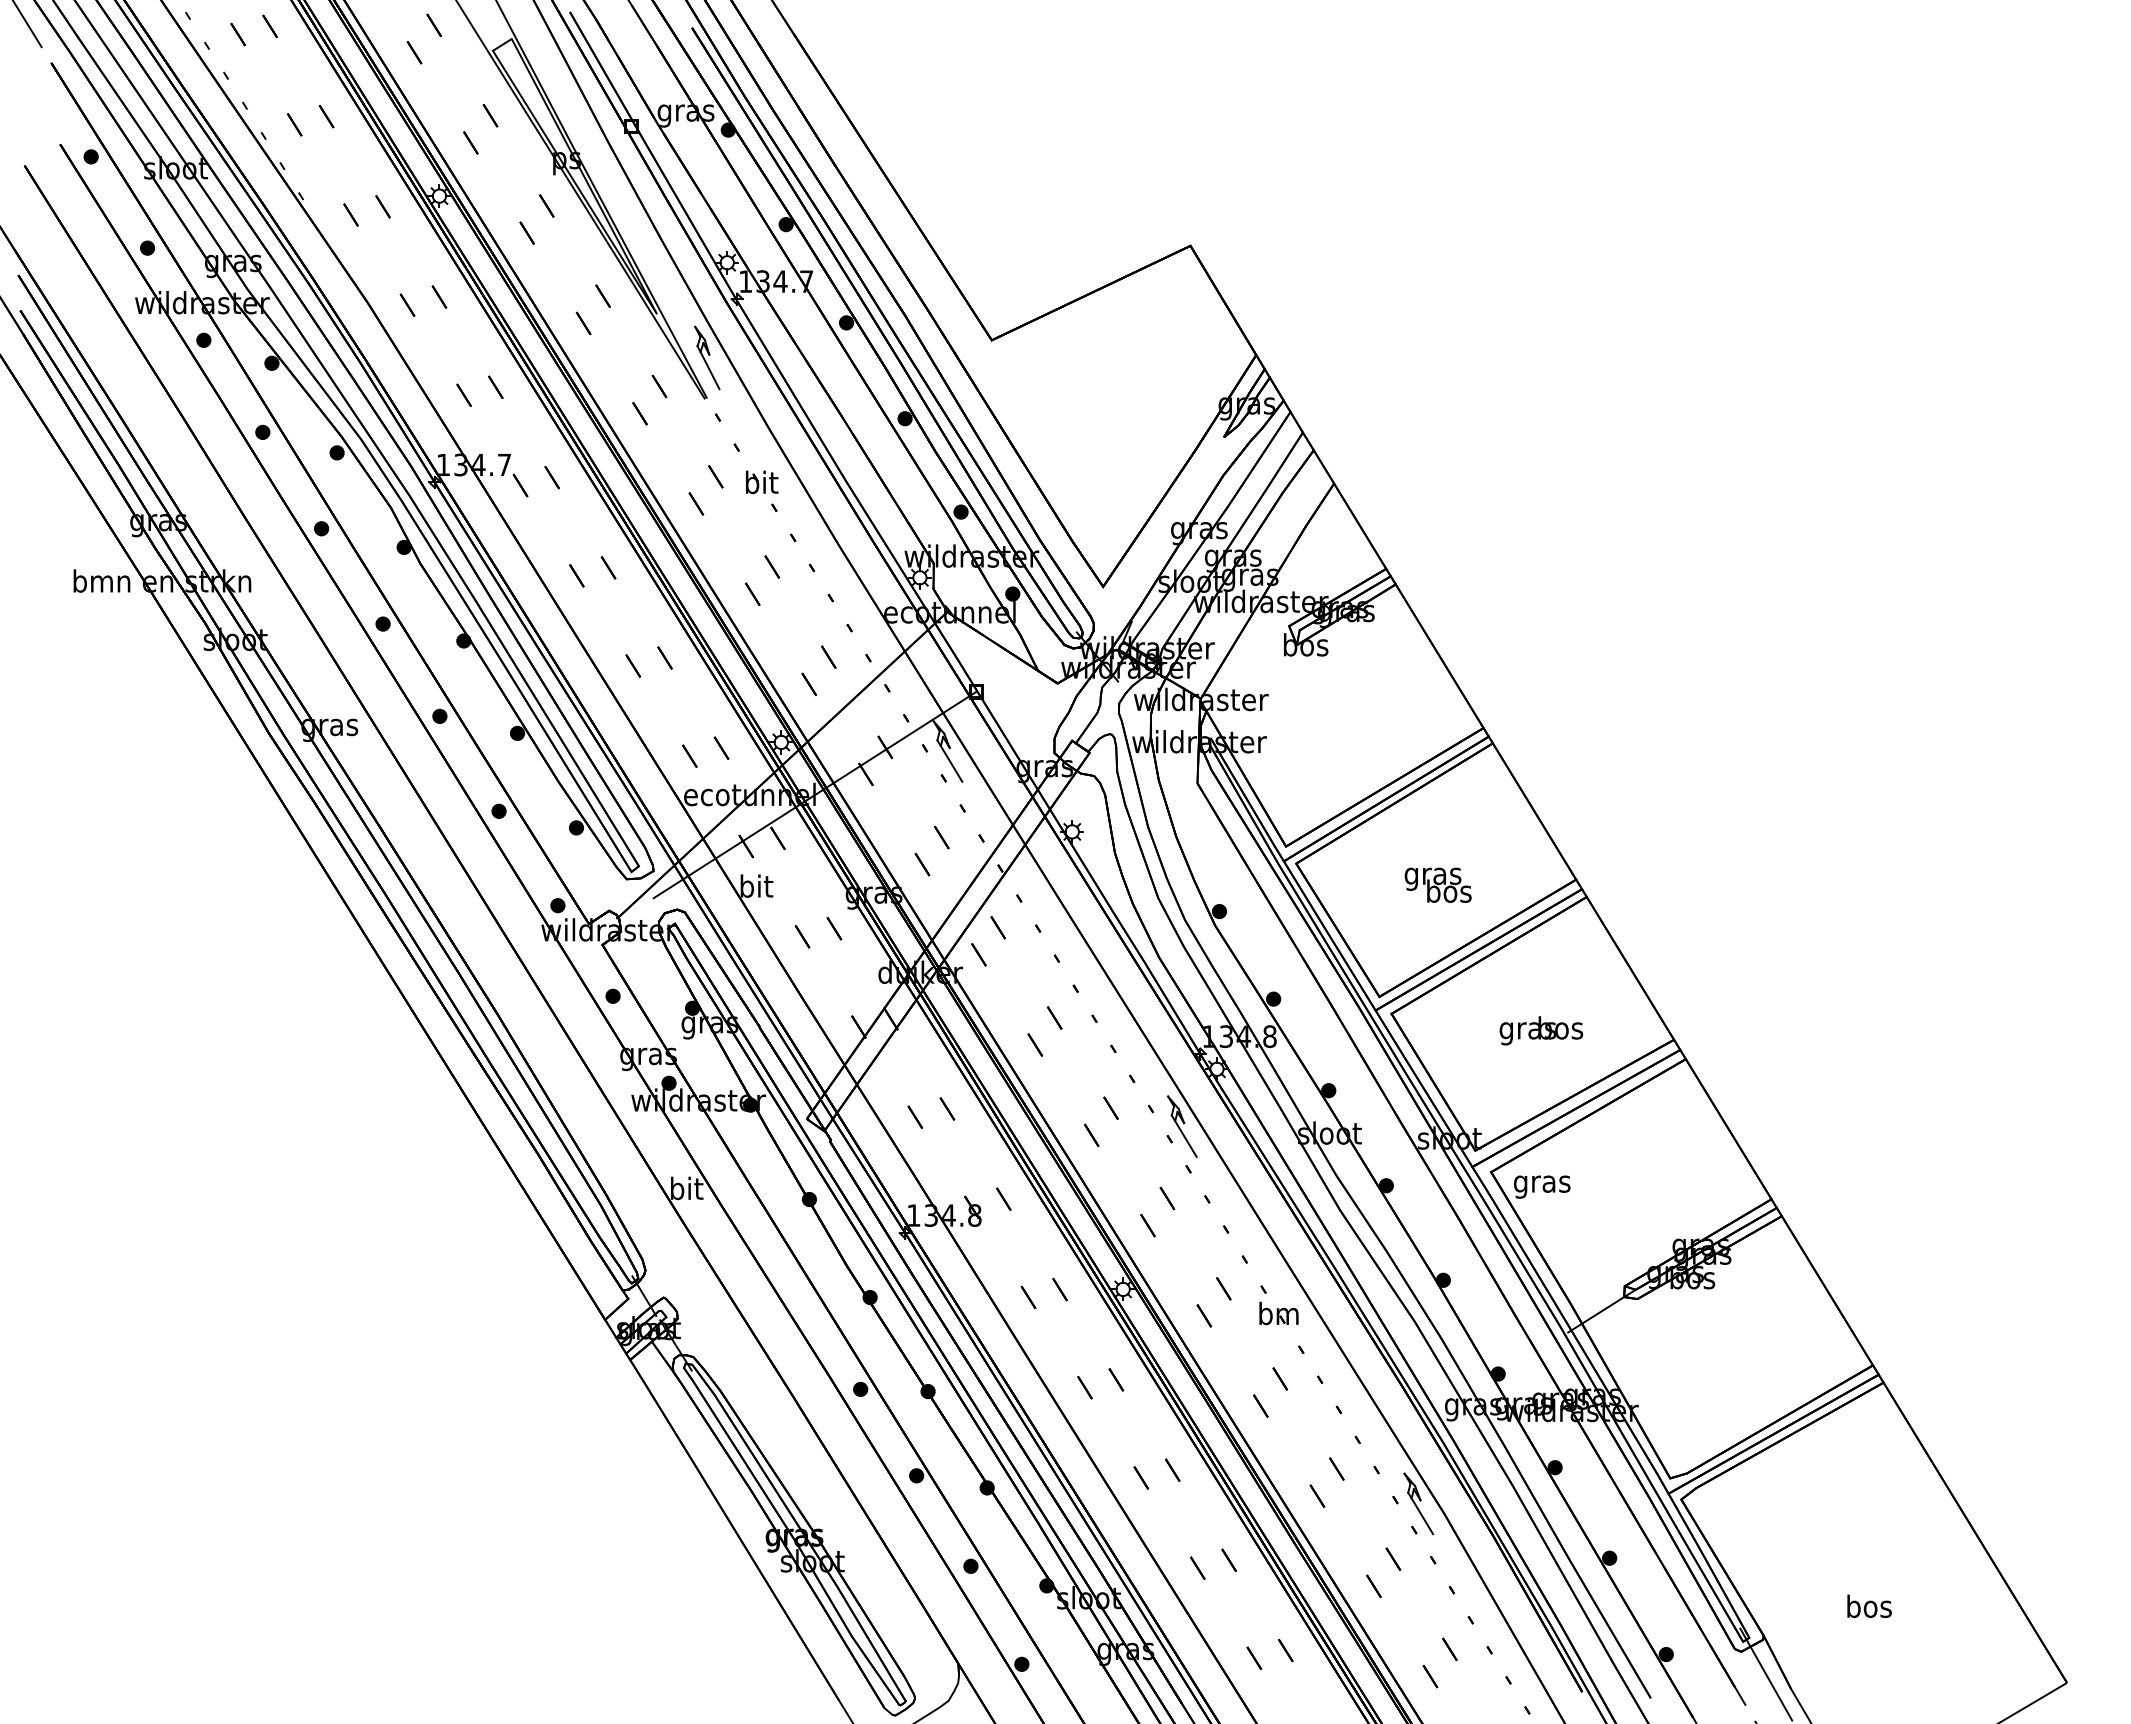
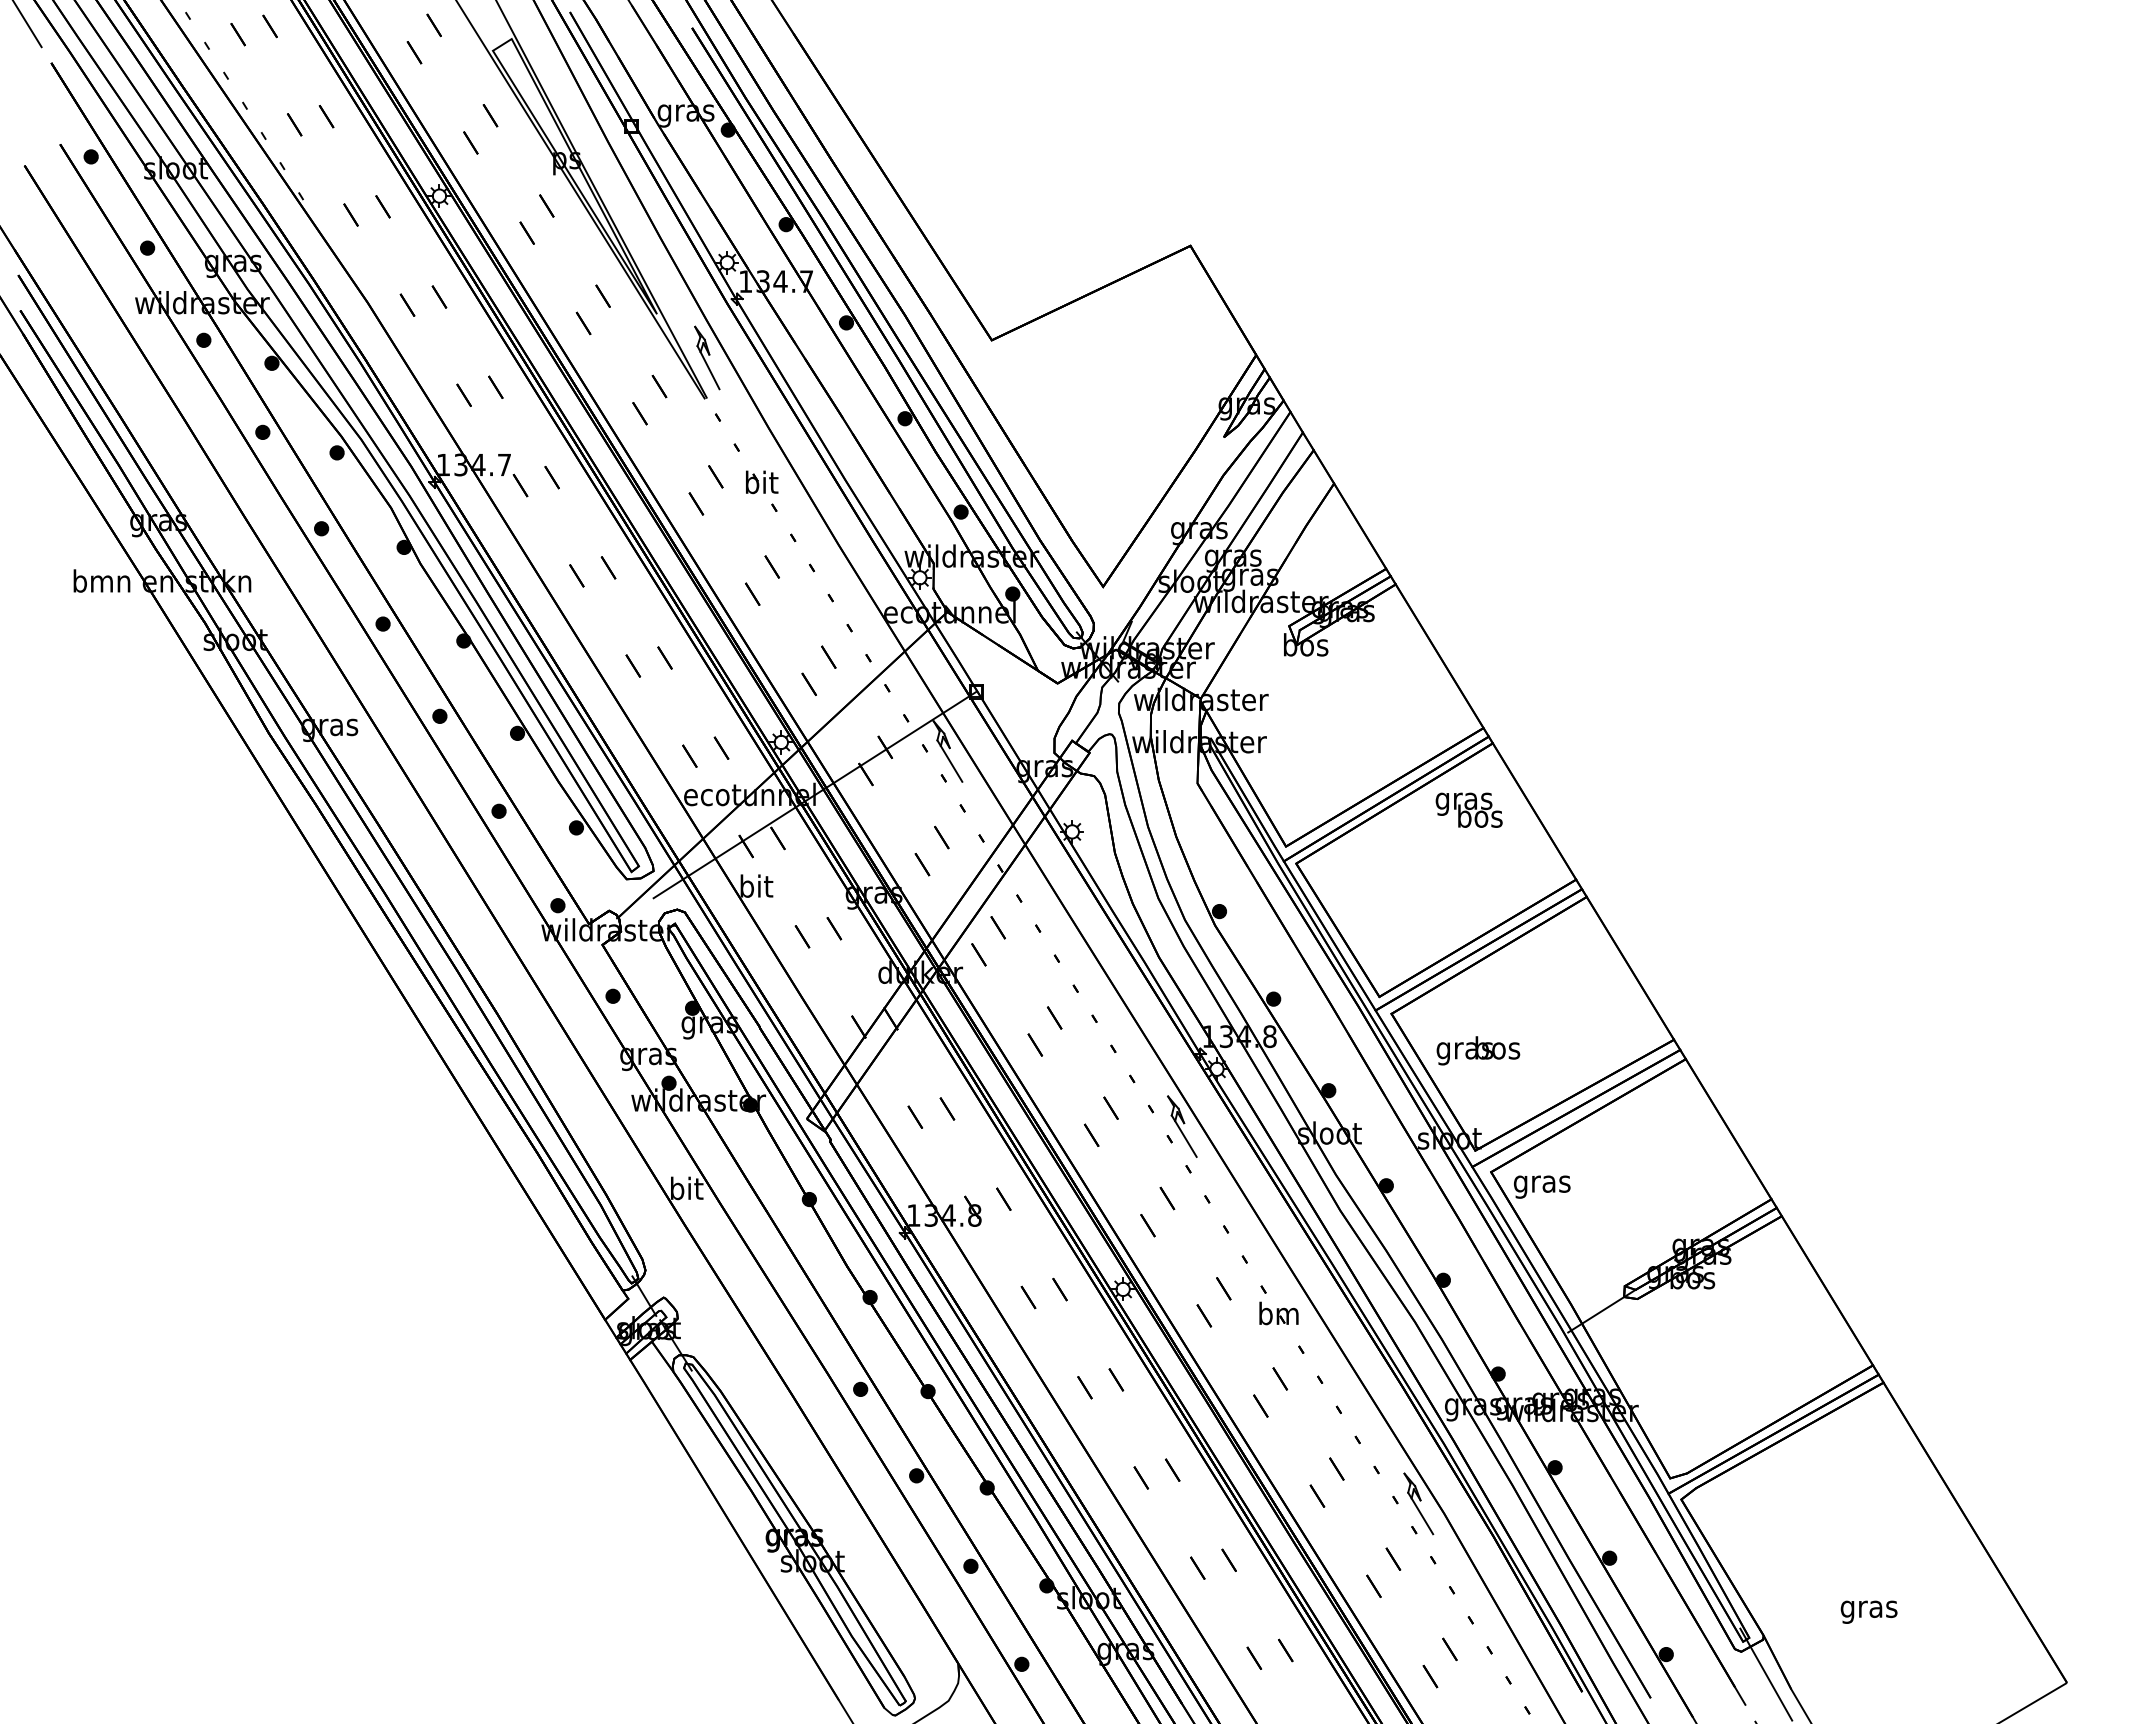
text at (1437, 884) position: (1437, 884) -> (1468, 809)
text at (1541, 1030) position: (1541, 1030) -> (1478, 1050)
text at (1868, 1608): bos -> gras
